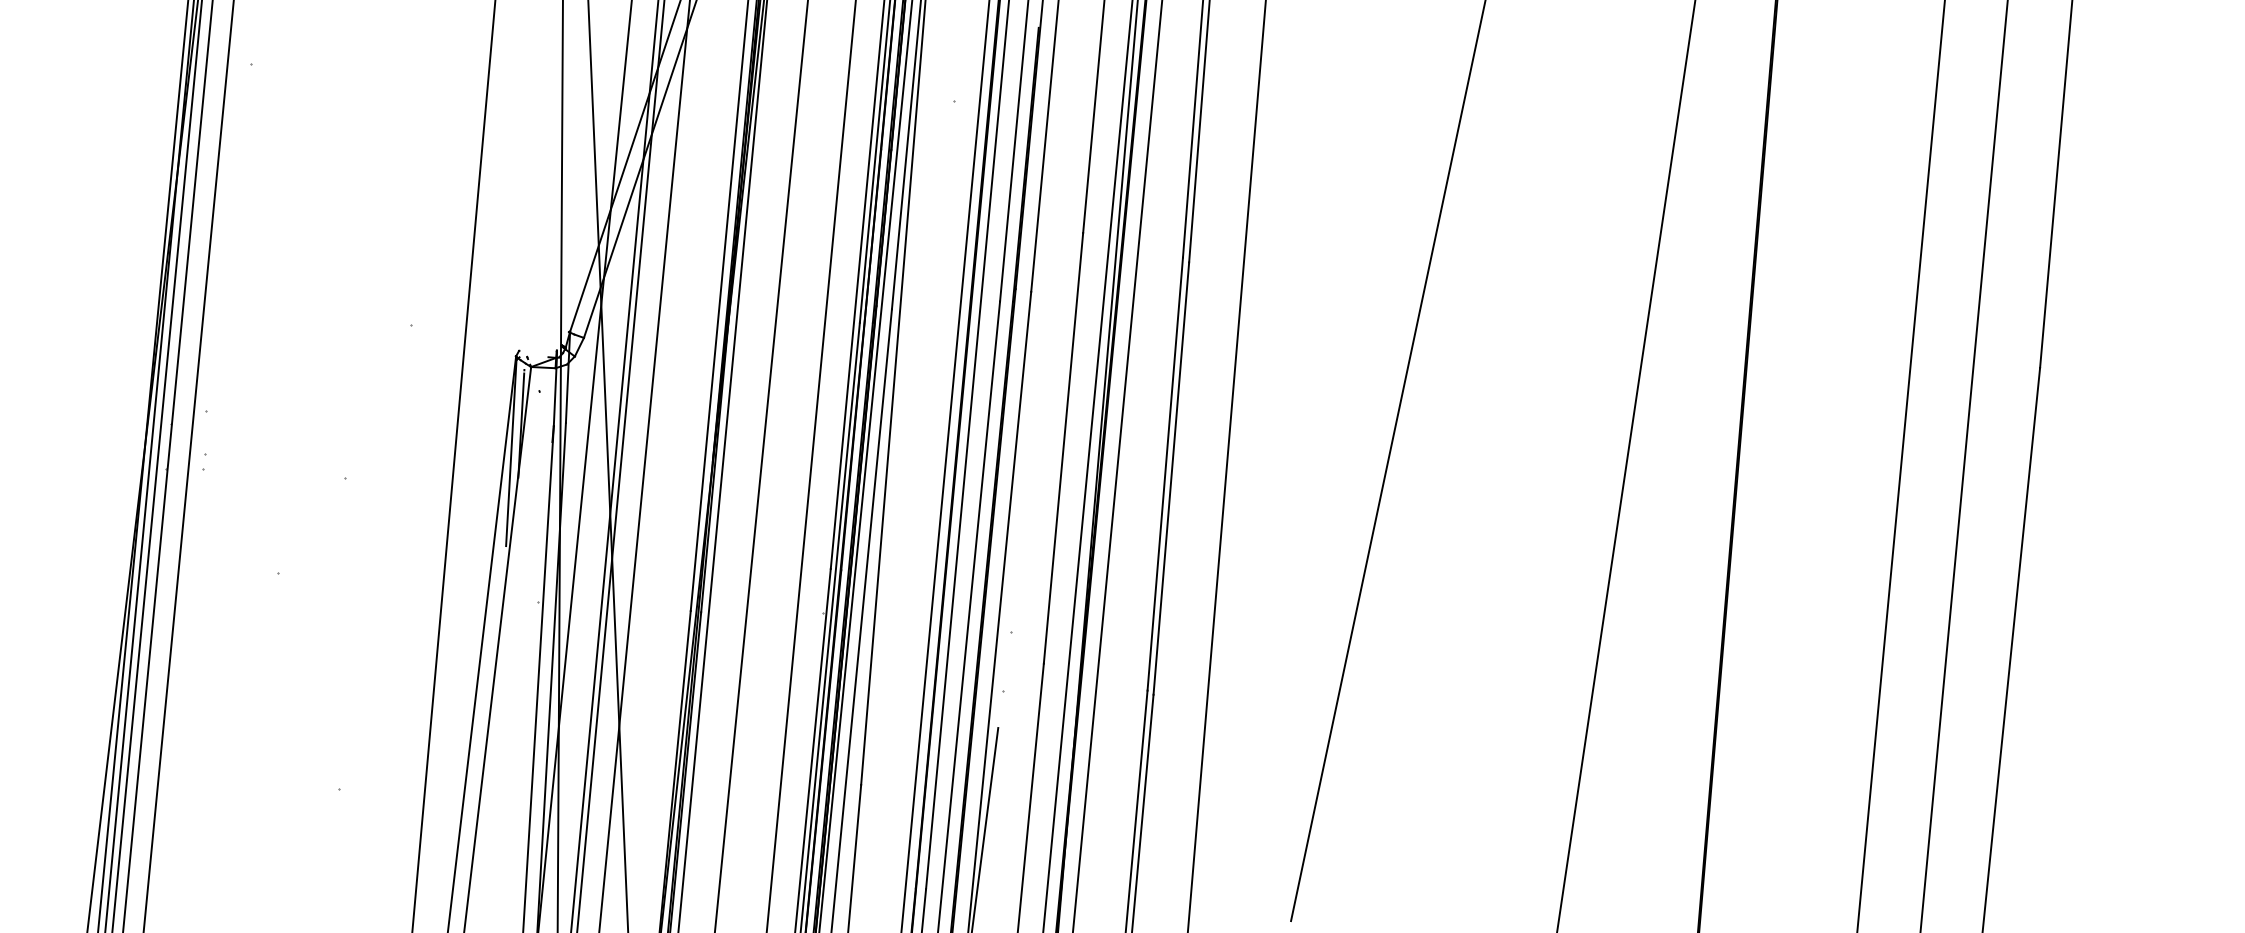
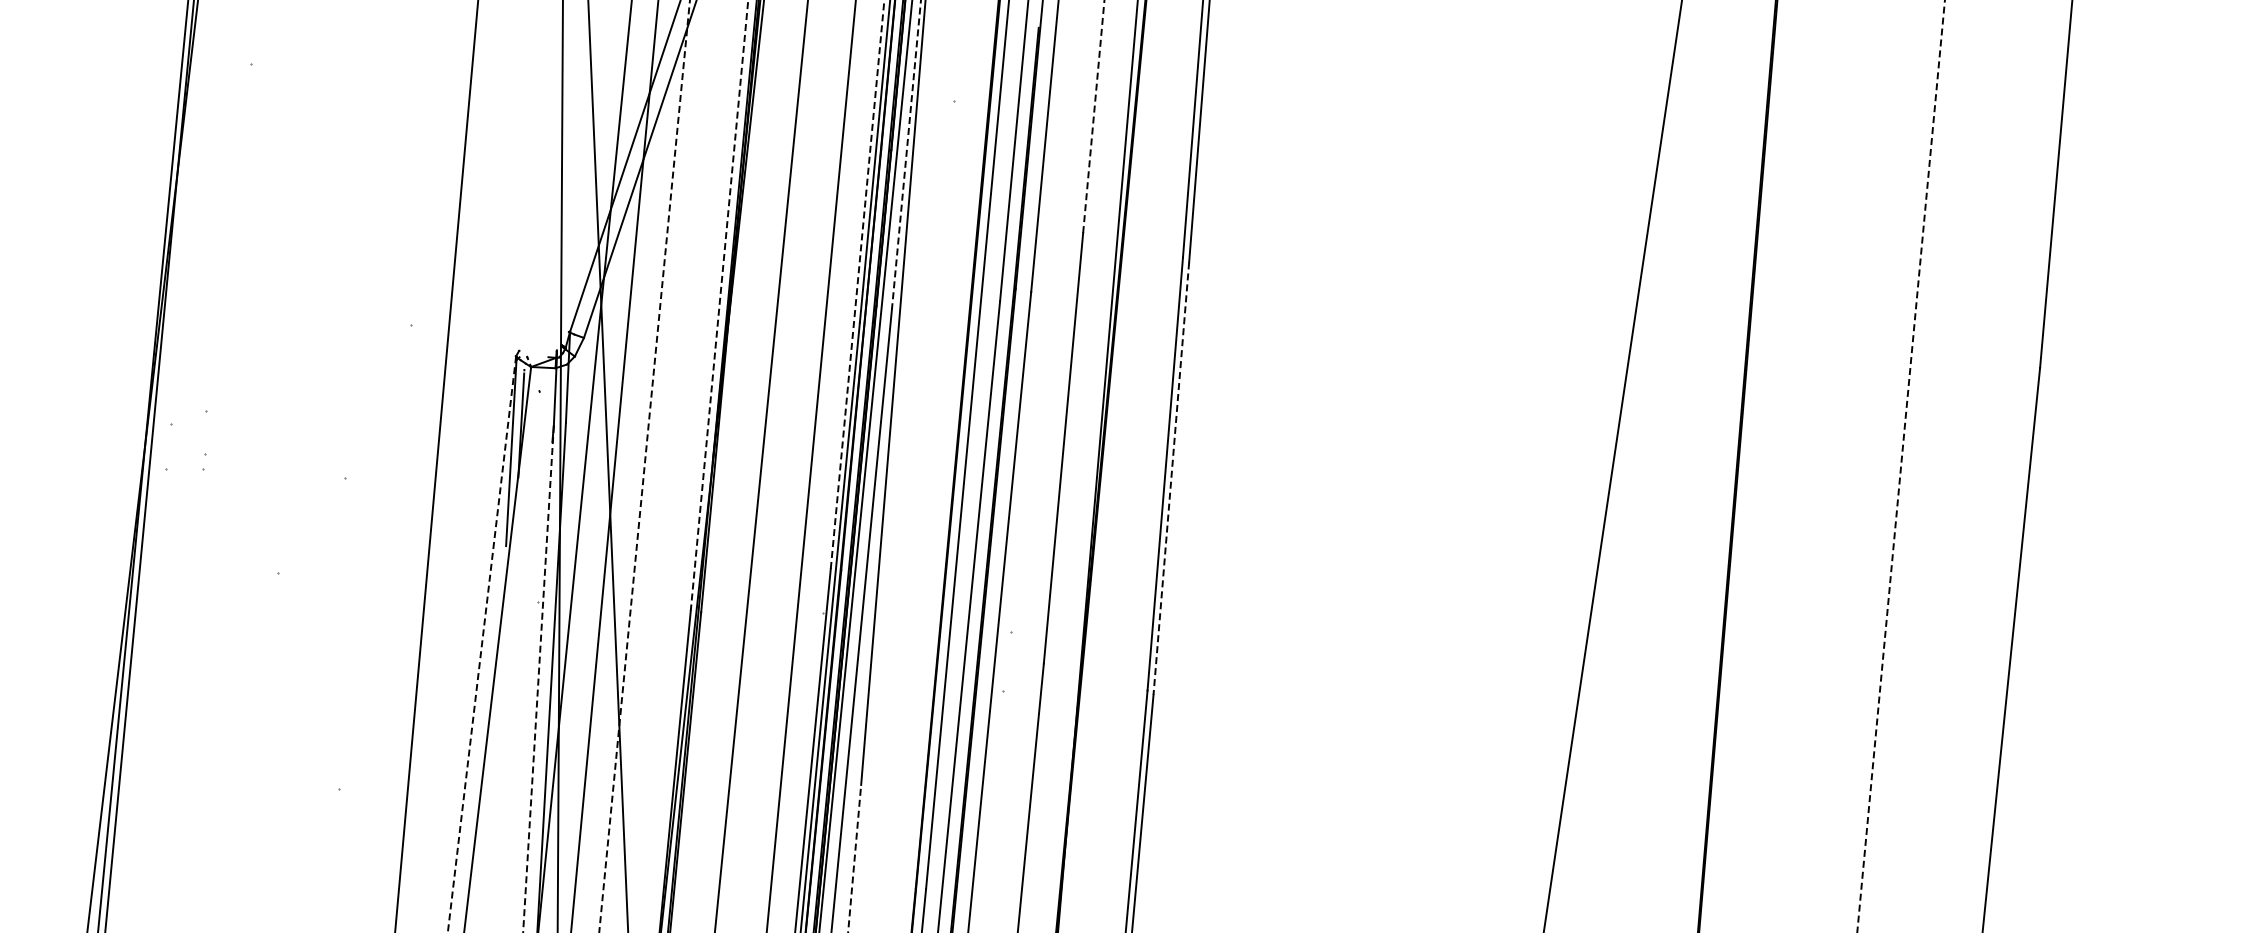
line at (1093, 116): solid -> dashed
line at (906, 155): solid -> dashed
line at (857, 284): solid -> dashed
line at (719, 306): solid -> dashed
line at (1388, 461): present -> none
line at (156, 465): present -> none
line at (167, 465): present -> none
line at (188, 465): present -> none
line at (453, 465) position: (453, 465) -> (436, 465)
line at (620, 465): present -> none
line at (722, 465): present -> none
line at (945, 465): present -> none
line at (1087, 465): present -> none
line at (1117, 465): present -> none
line at (1226, 465): present -> none
line at (1626, 465) position: (1626, 465) -> (1612, 465)
line at (1963, 465): present -> none
line at (644, 466): solid -> dashed
line at (1901, 466): solid -> dashed
line at (1171, 478): solid -> dashed
line at (481, 645): solid -> dashed
line at (538, 679): solid -> dashed
line at (985, 828): present -> none
line at (854, 858): solid -> dashed
